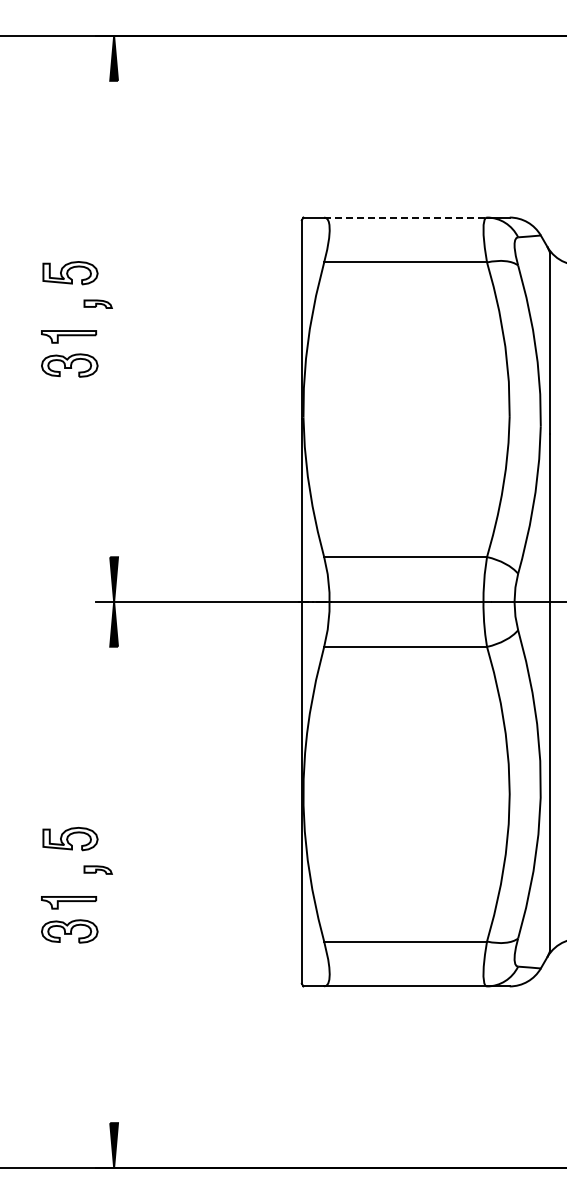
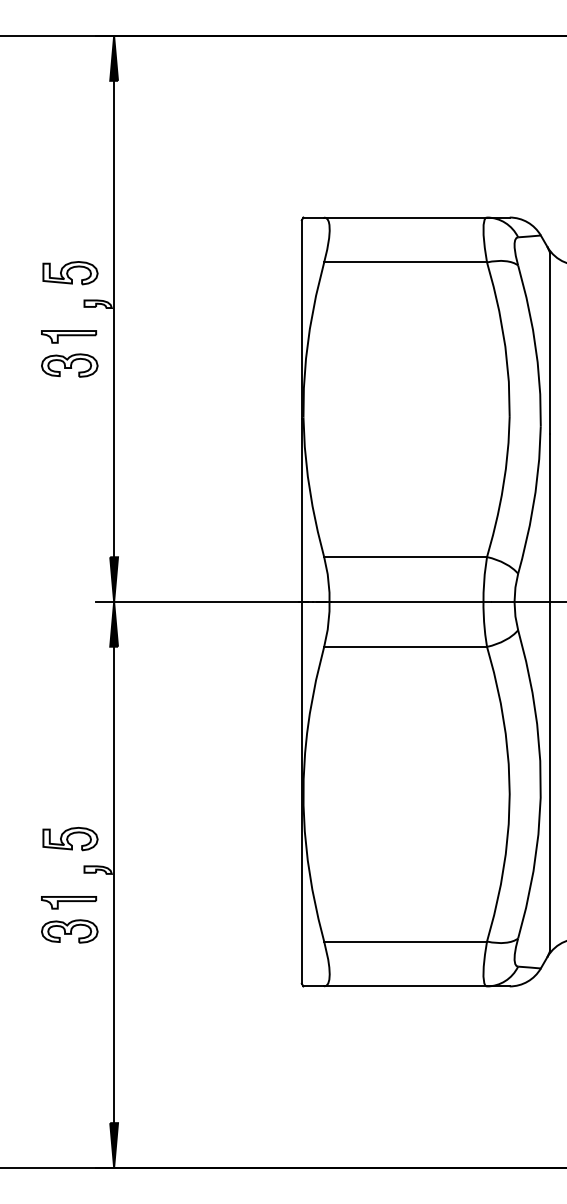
line at (406, 217): dashed -> solid
line at (114, 318): none -> present
line at (114, 884): none -> present
